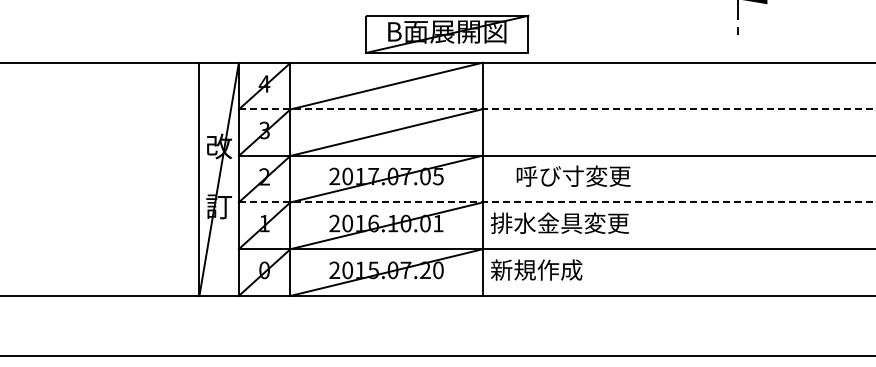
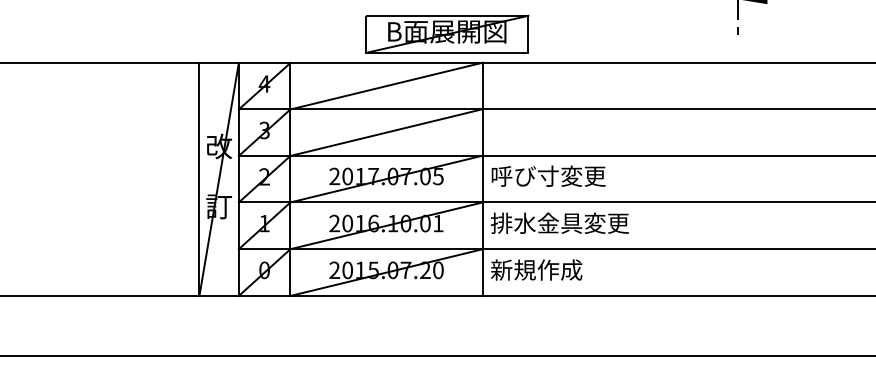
line at (557, 109): dashed -> solid
text at (573, 175) position: (573, 175) -> (548, 175)
line at (557, 202): dashed -> solid
